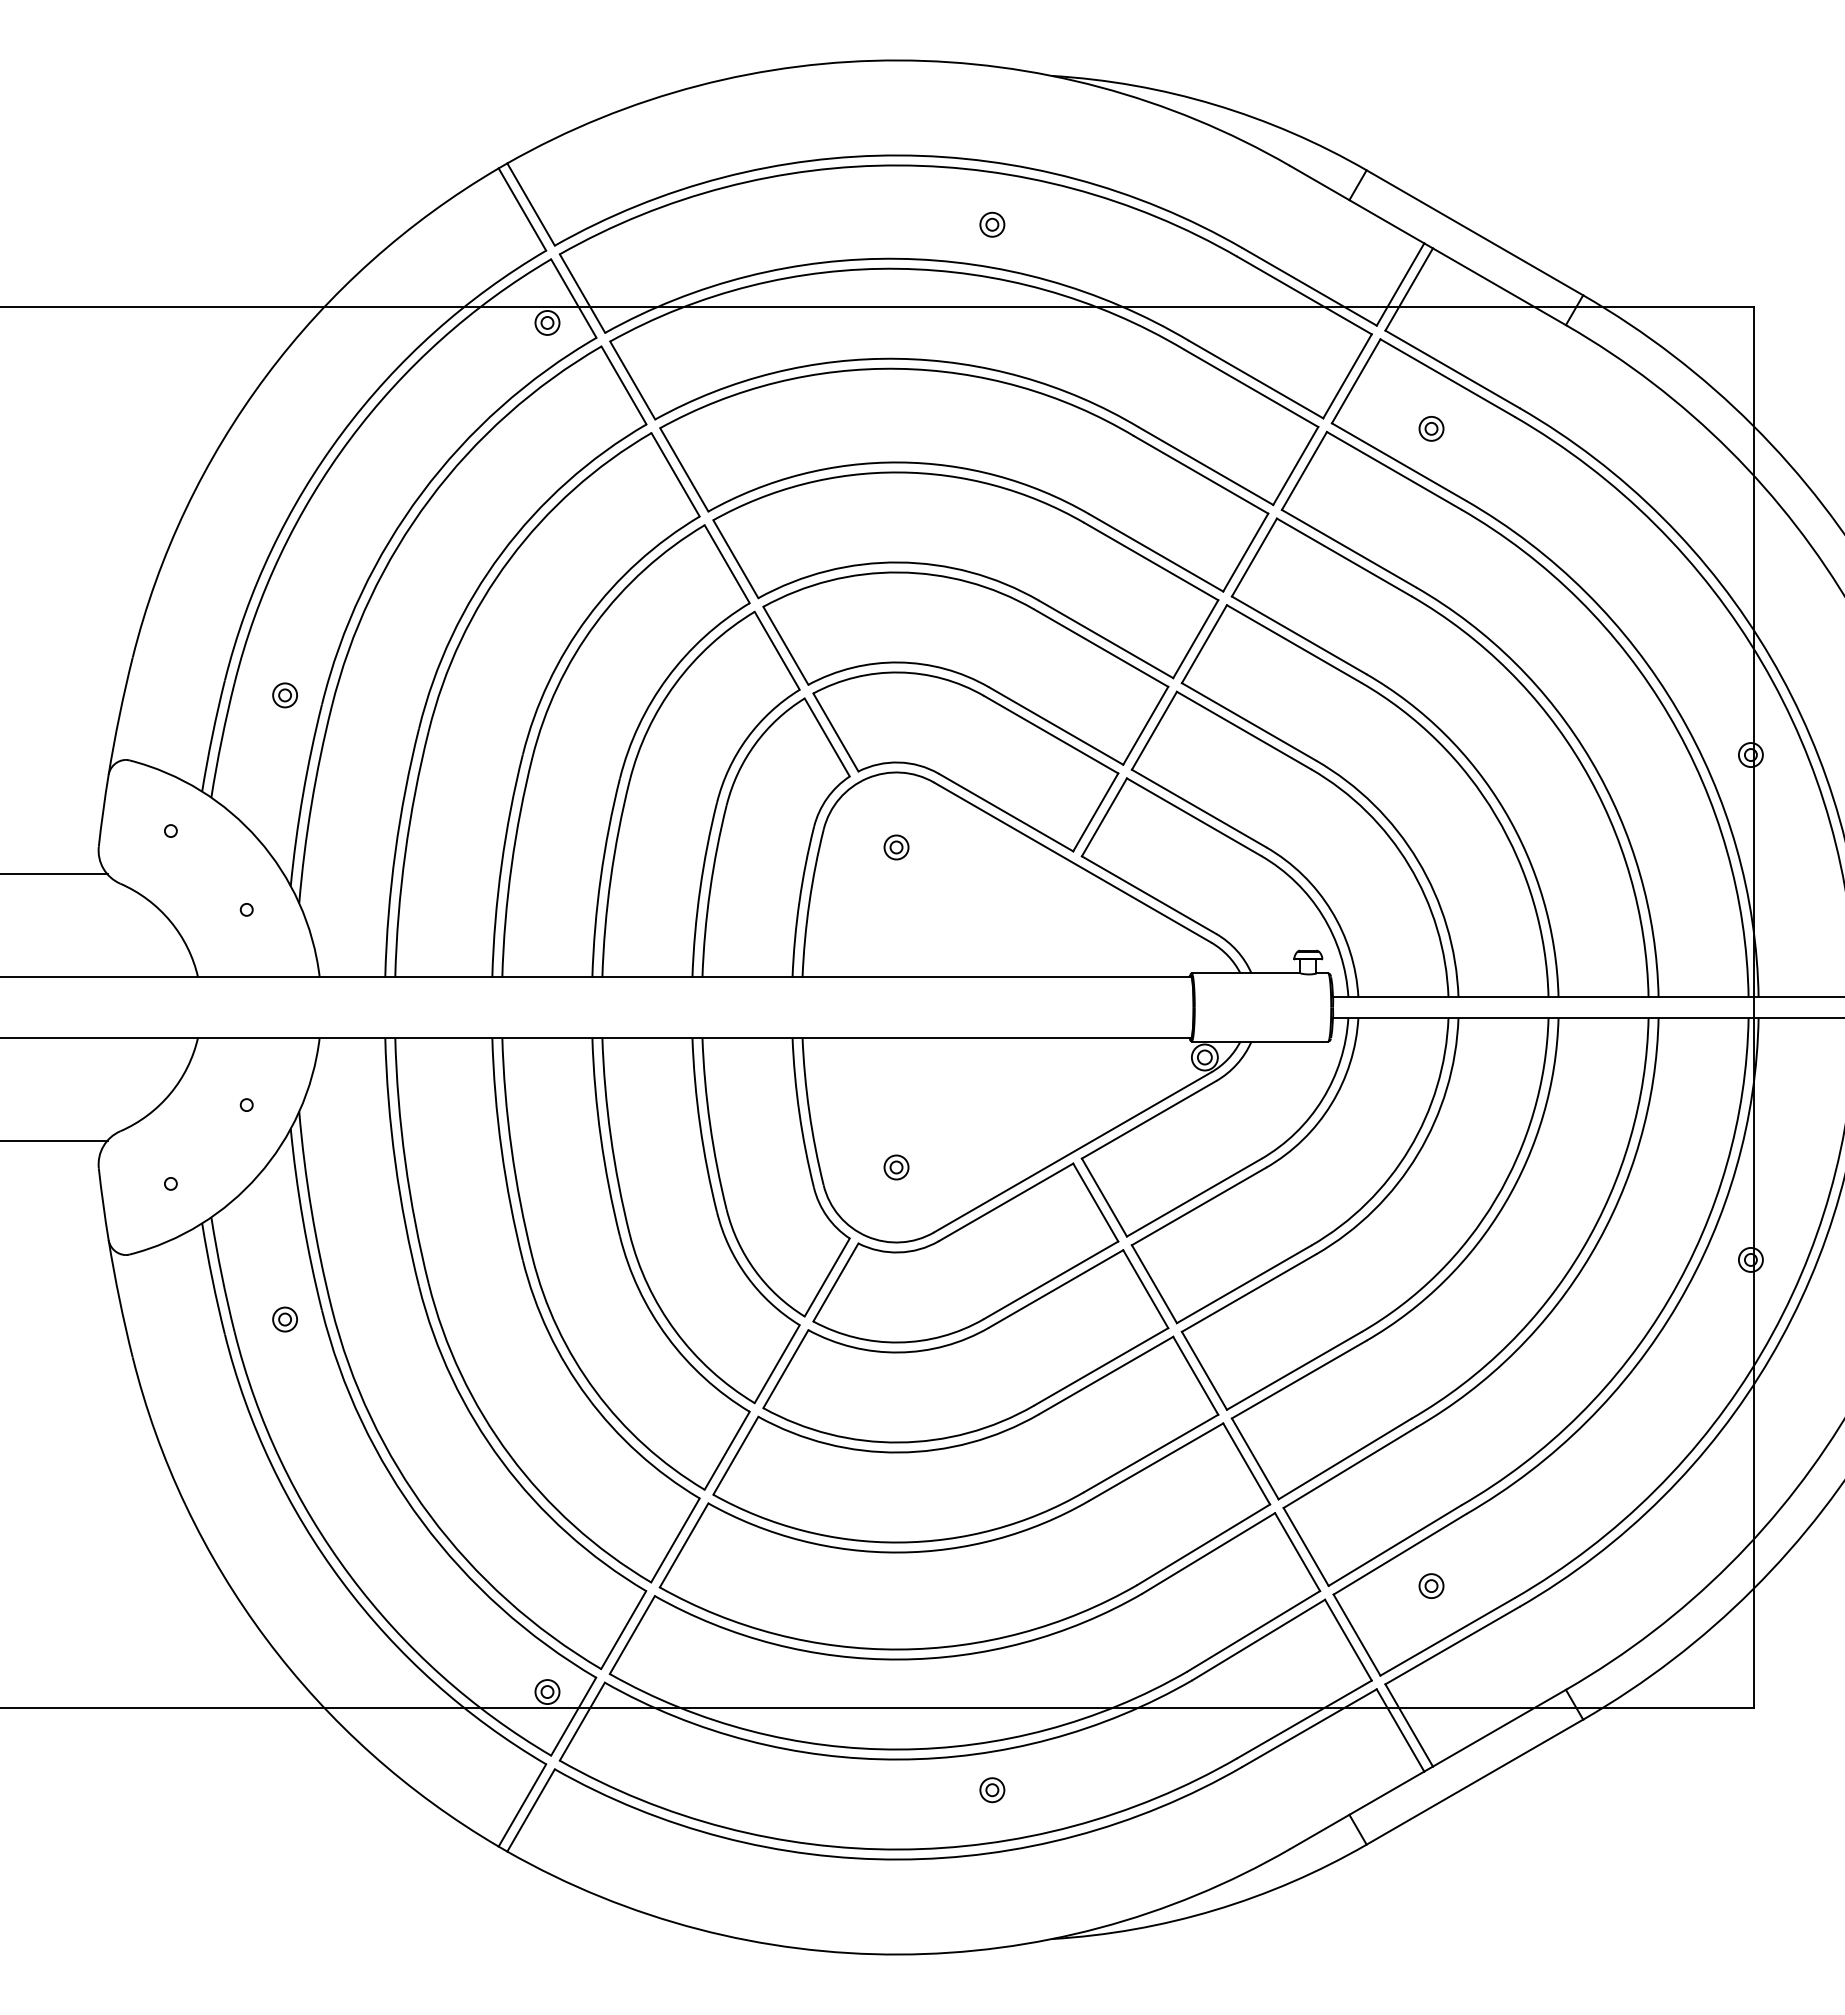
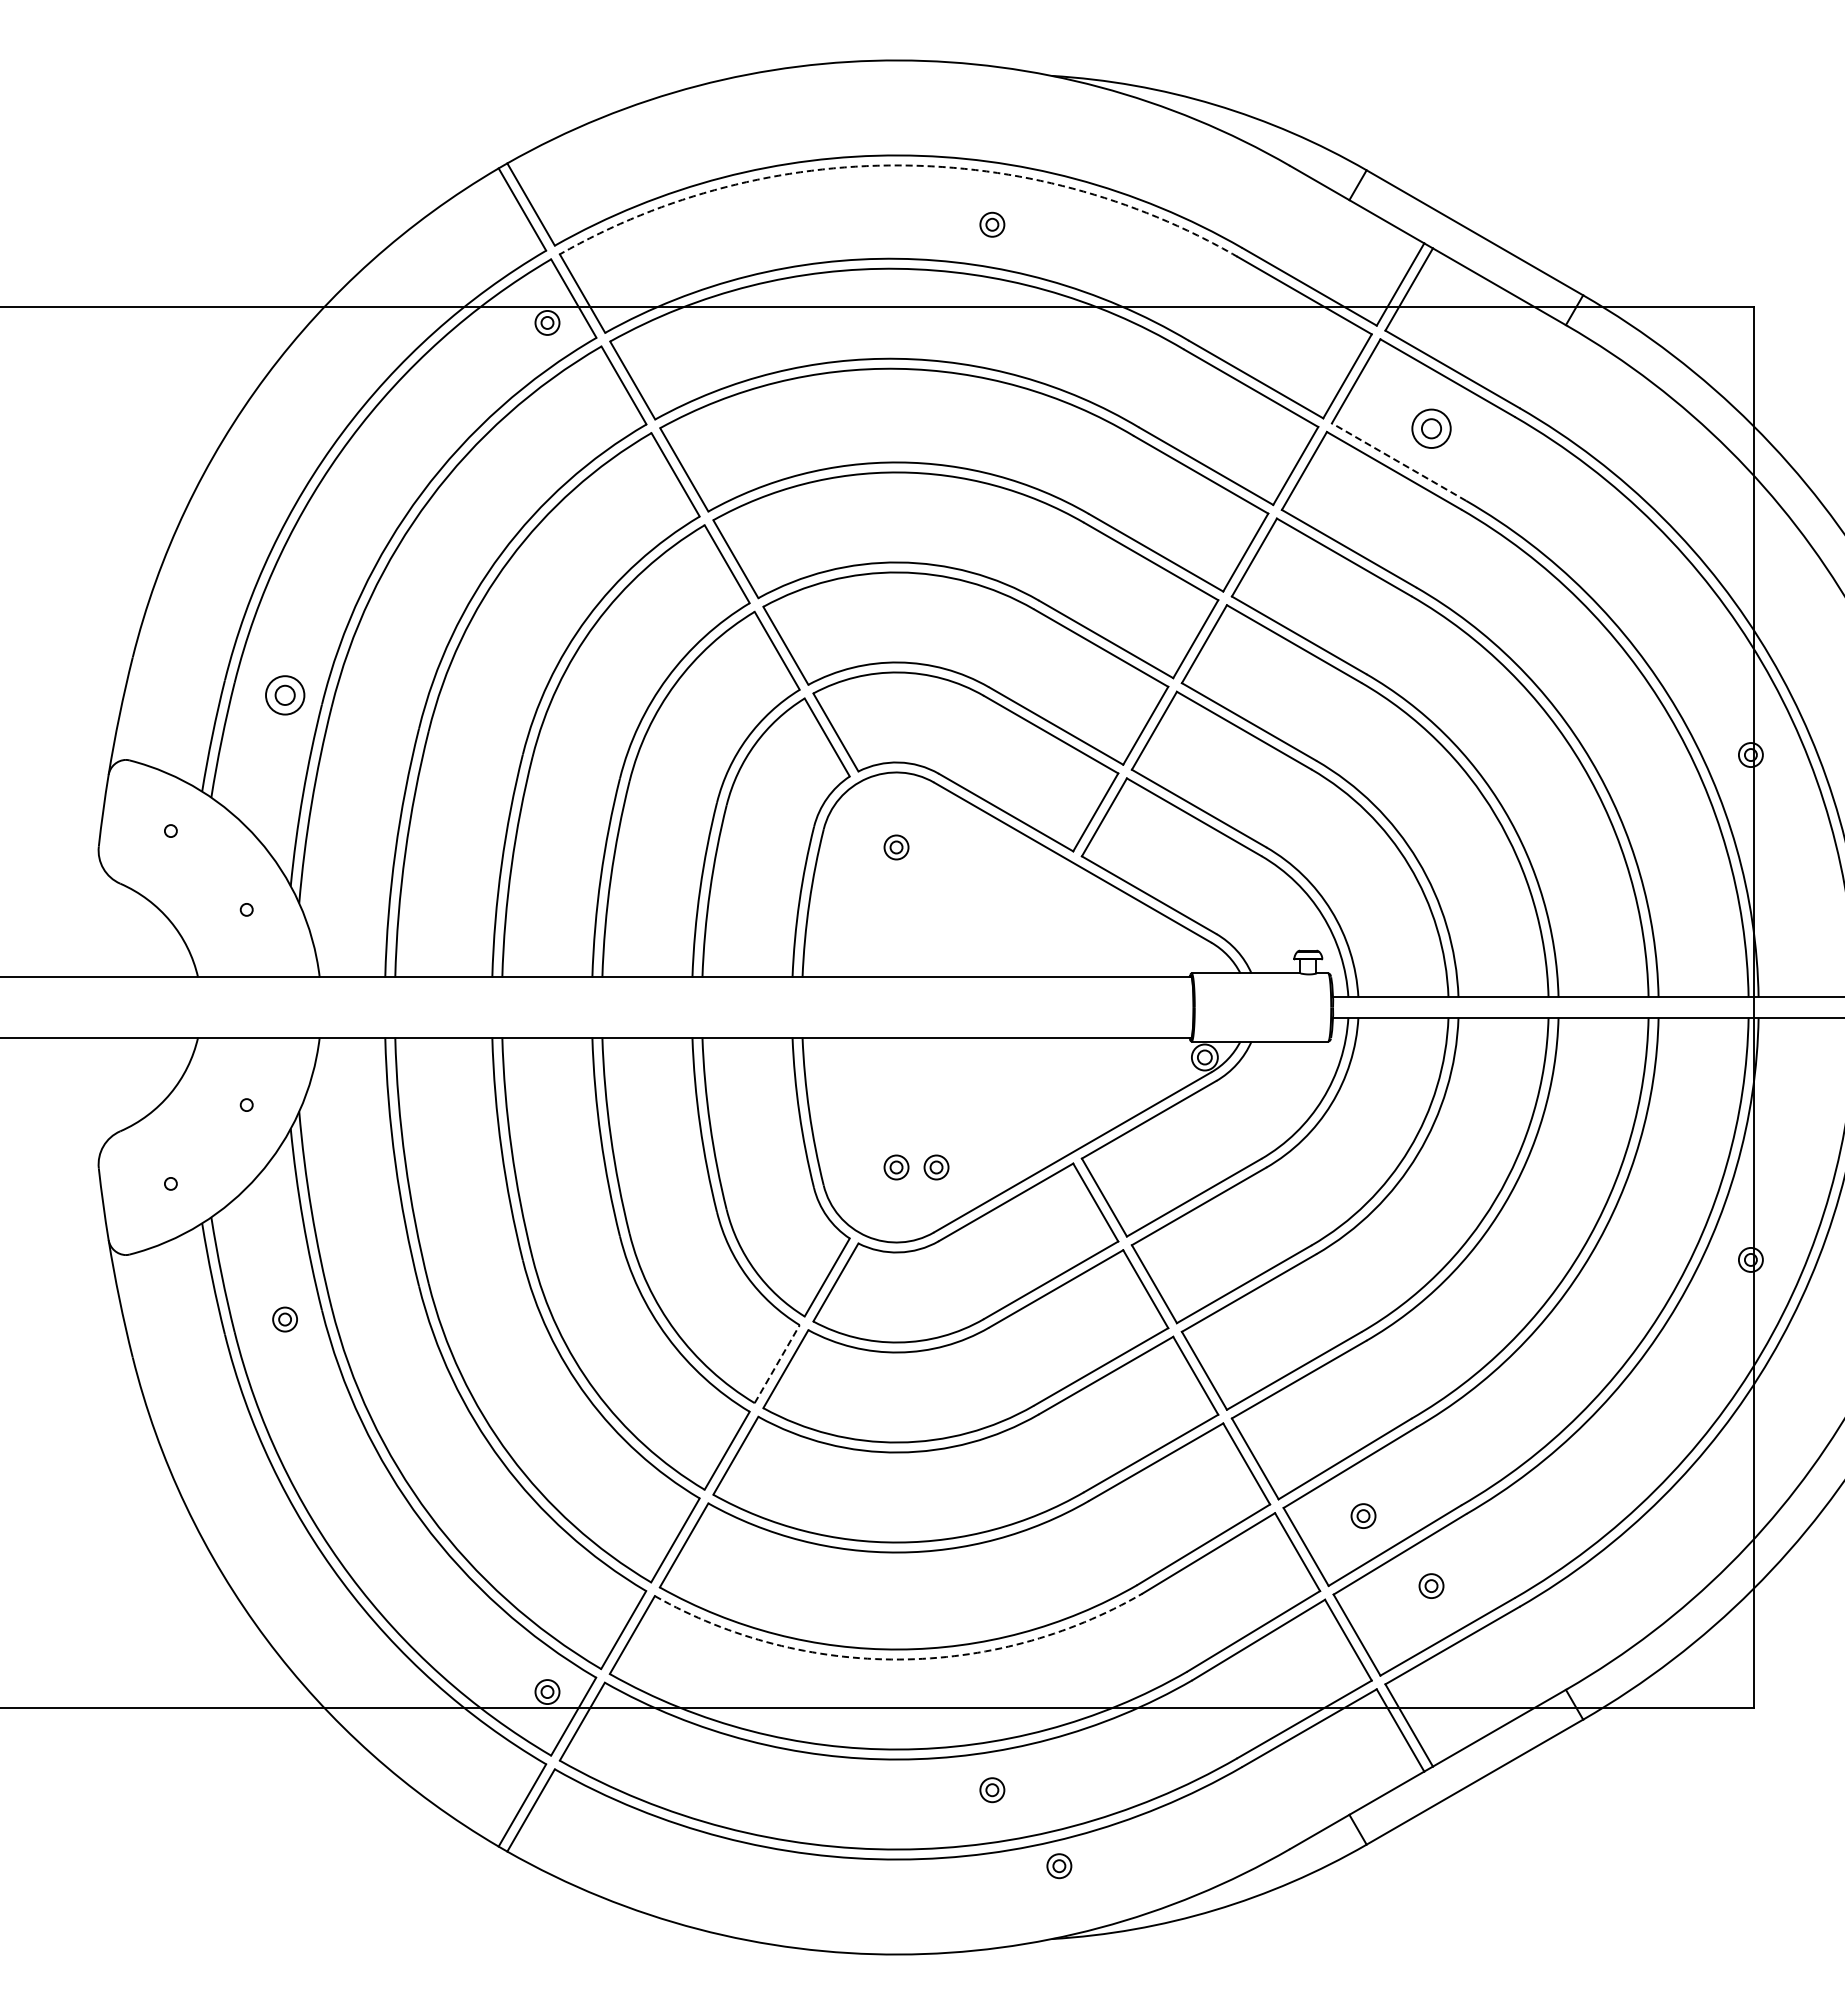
arc at (899, 165): solid -> dashed
part at (1431, 428) size: 27x26 px -> 41x41 px
line at (1399, 462): solid -> dashed
part at (284, 695) size: 26x27 px -> 41x41 px
line at (54, 874): present -> none
line at (54, 1140): present -> none
part at (936, 1167): none -> present
line at (777, 1363): solid -> dashed
part at (1363, 1515): none -> present
arc at (899, 1659): solid -> dashed
part at (1059, 1866): none -> present
